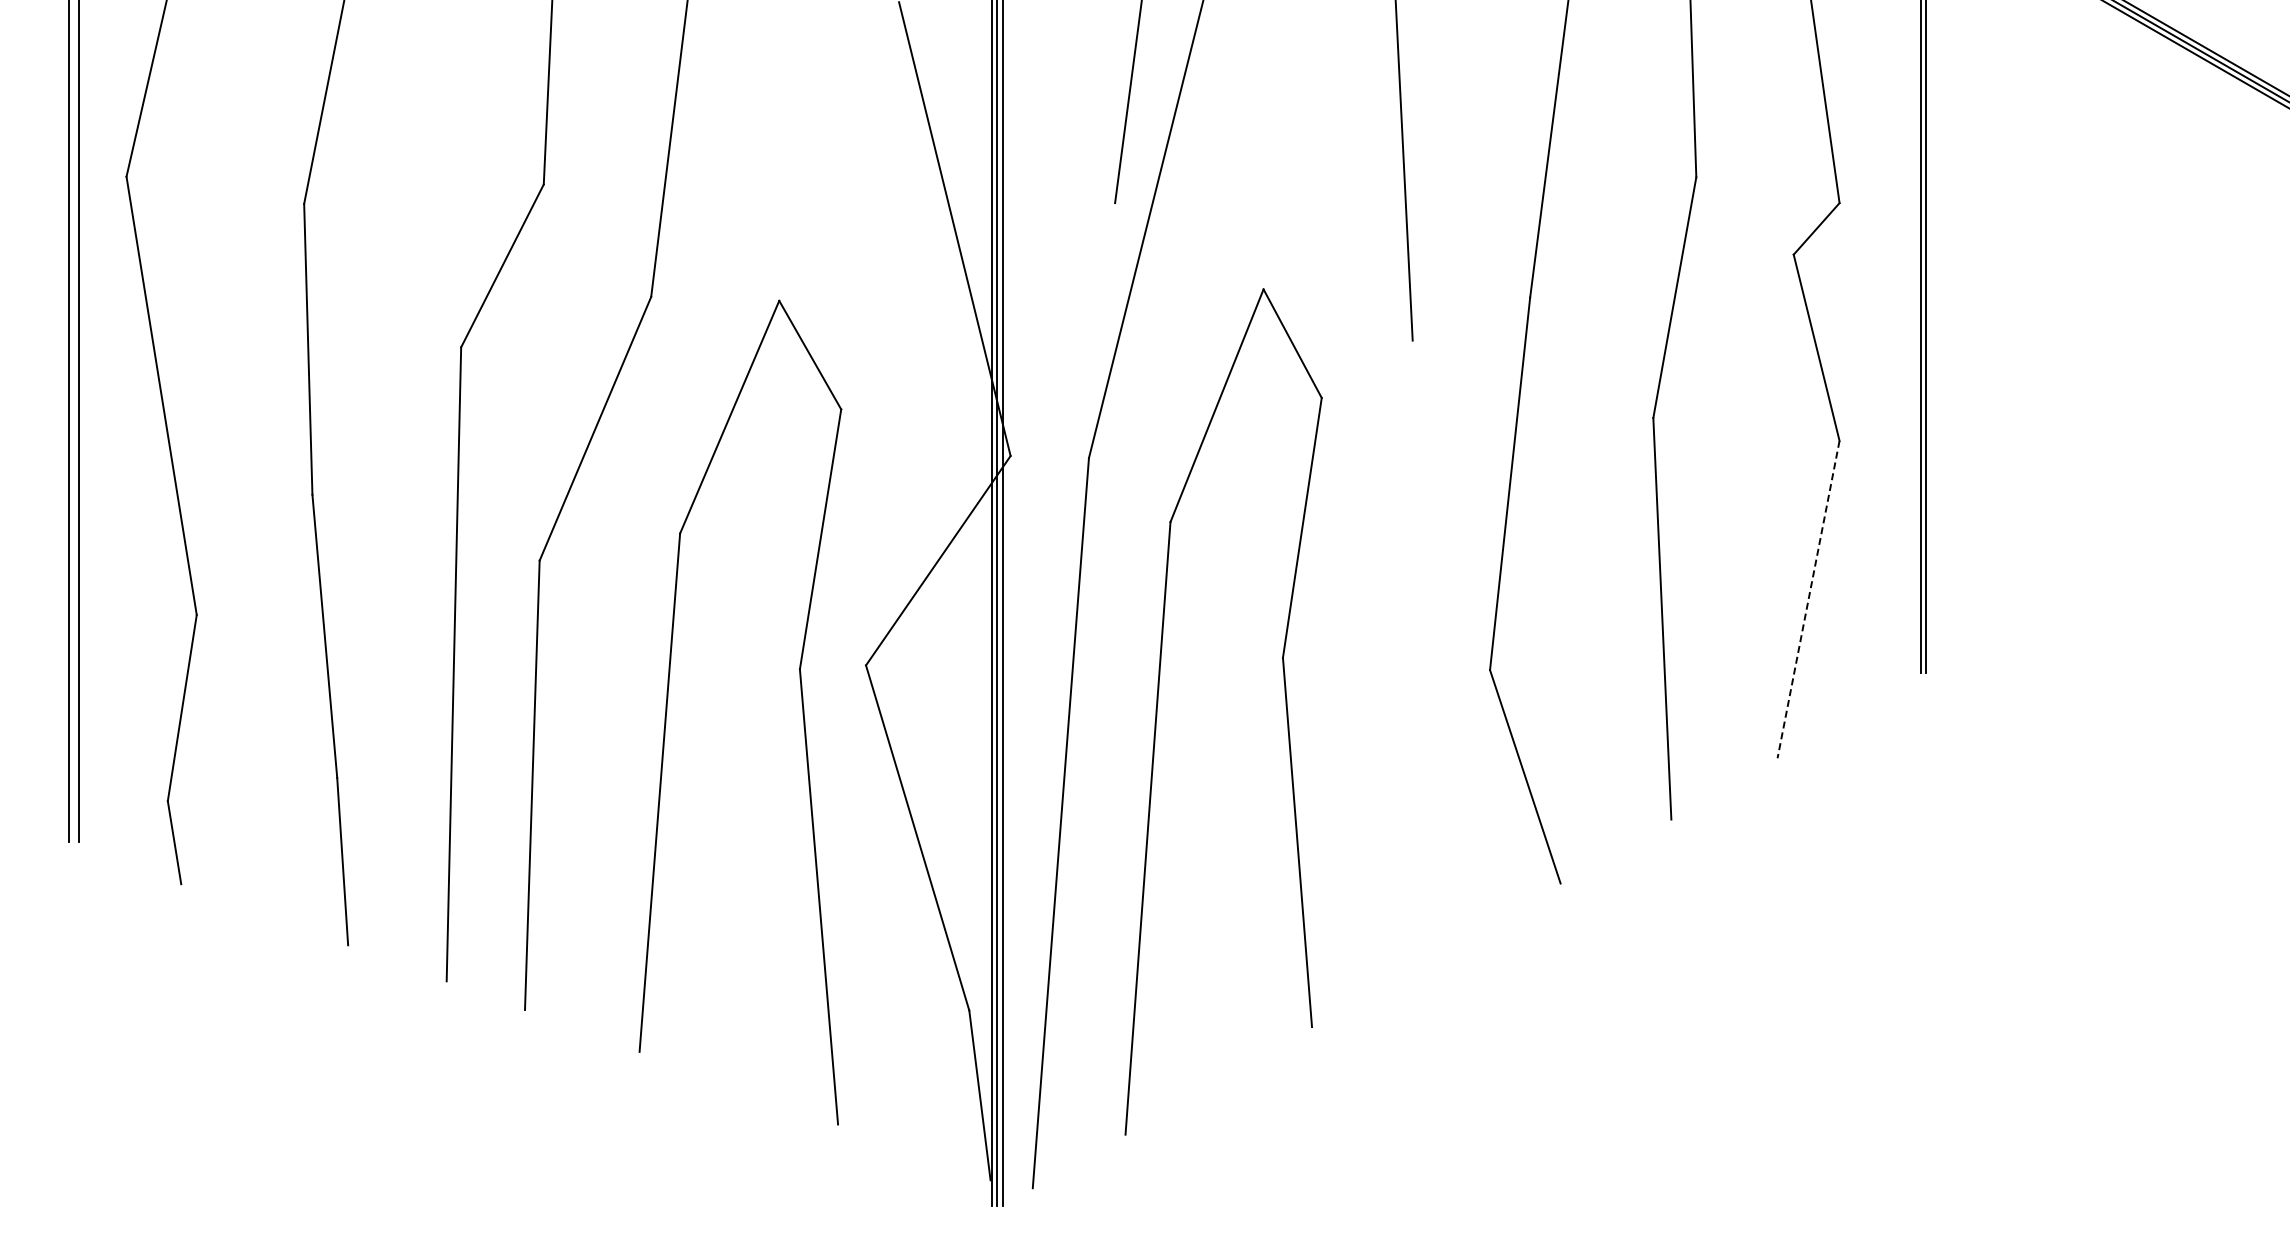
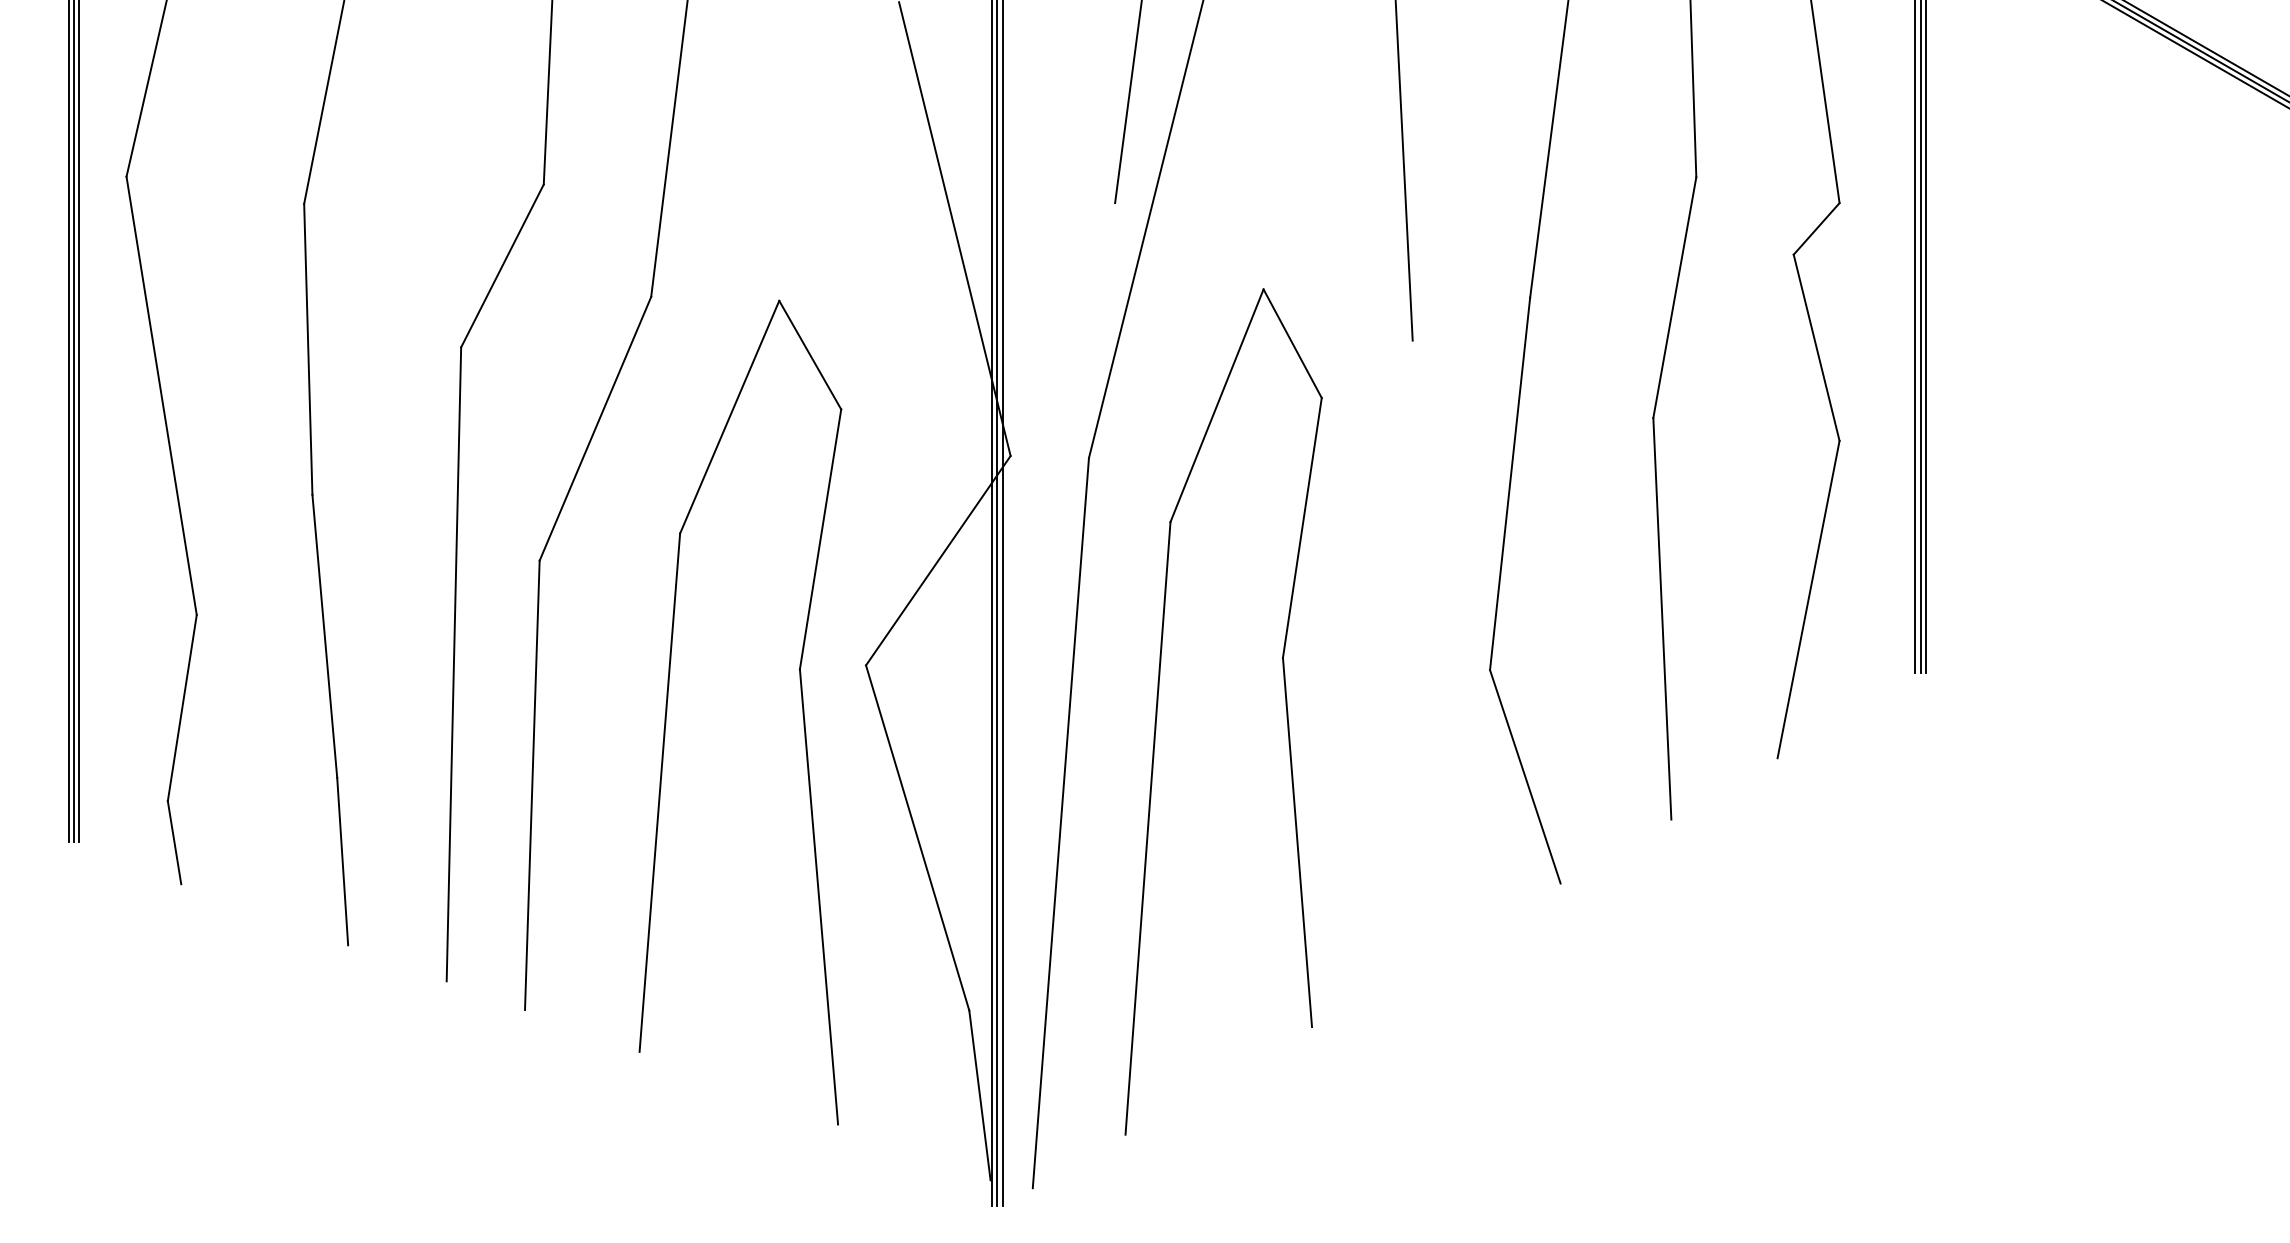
line at (1915, 337): none -> present
line at (74, 421): none -> present
line at (1808, 599): dashed -> solid
